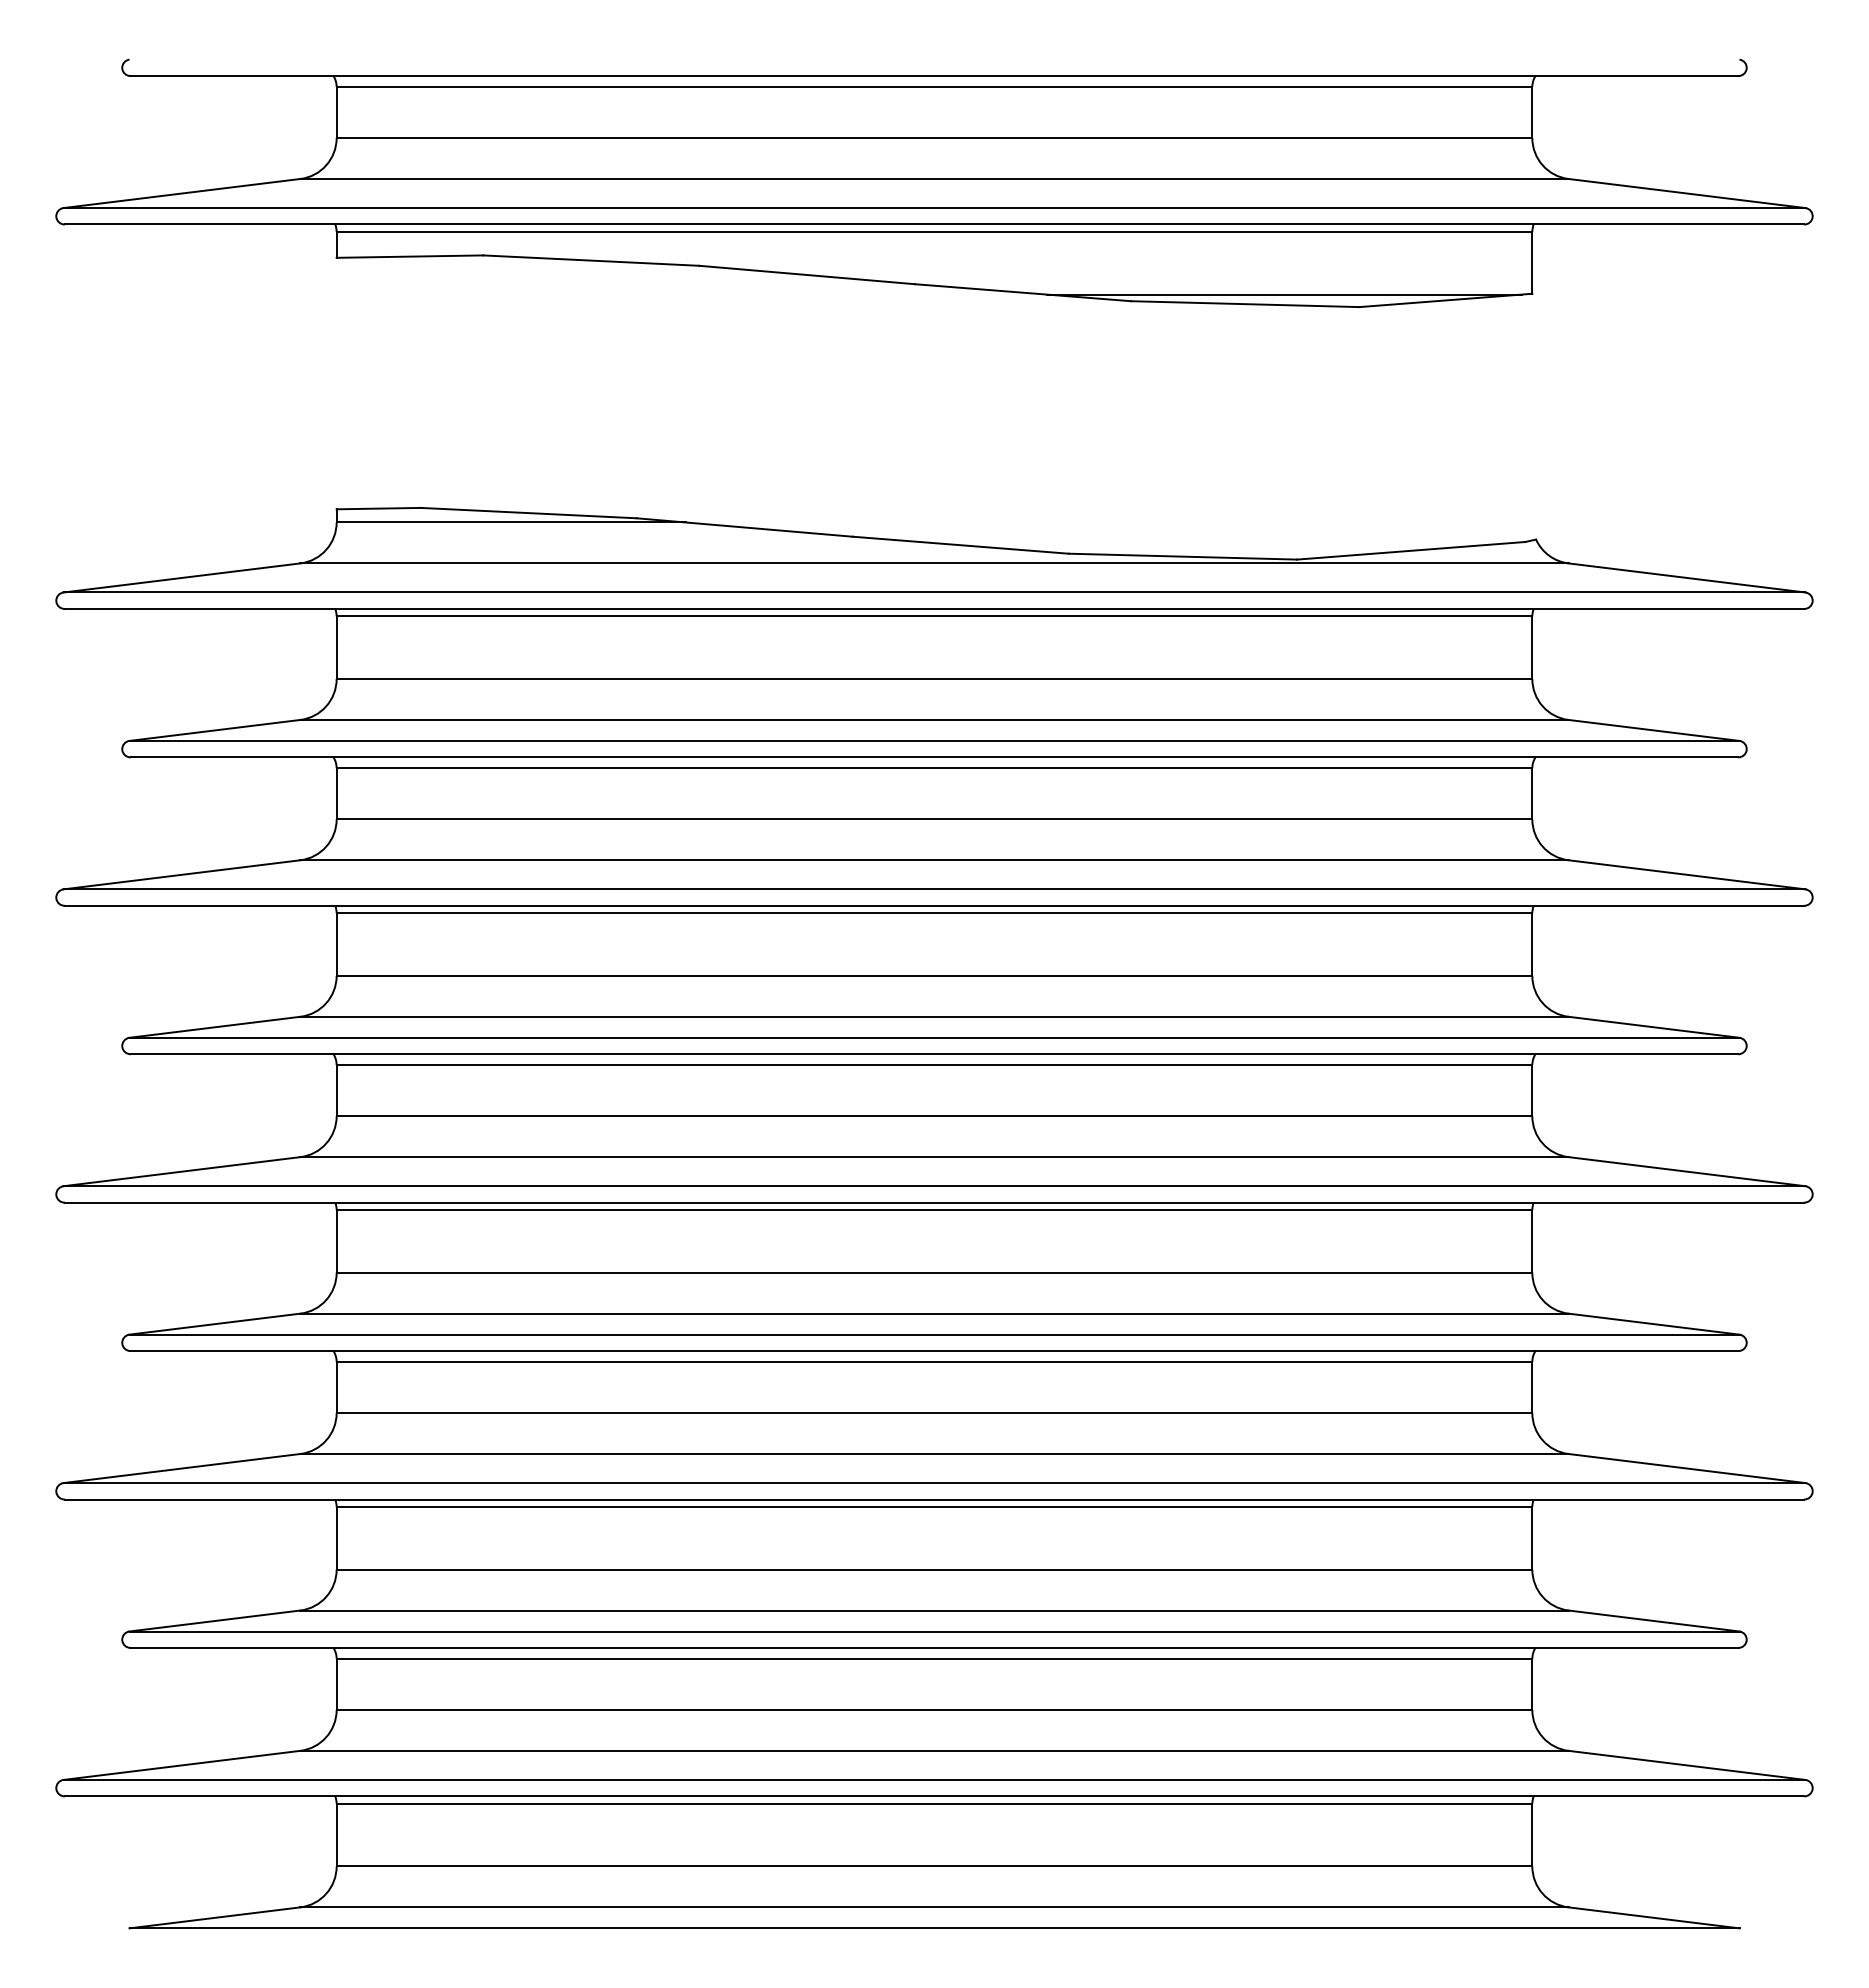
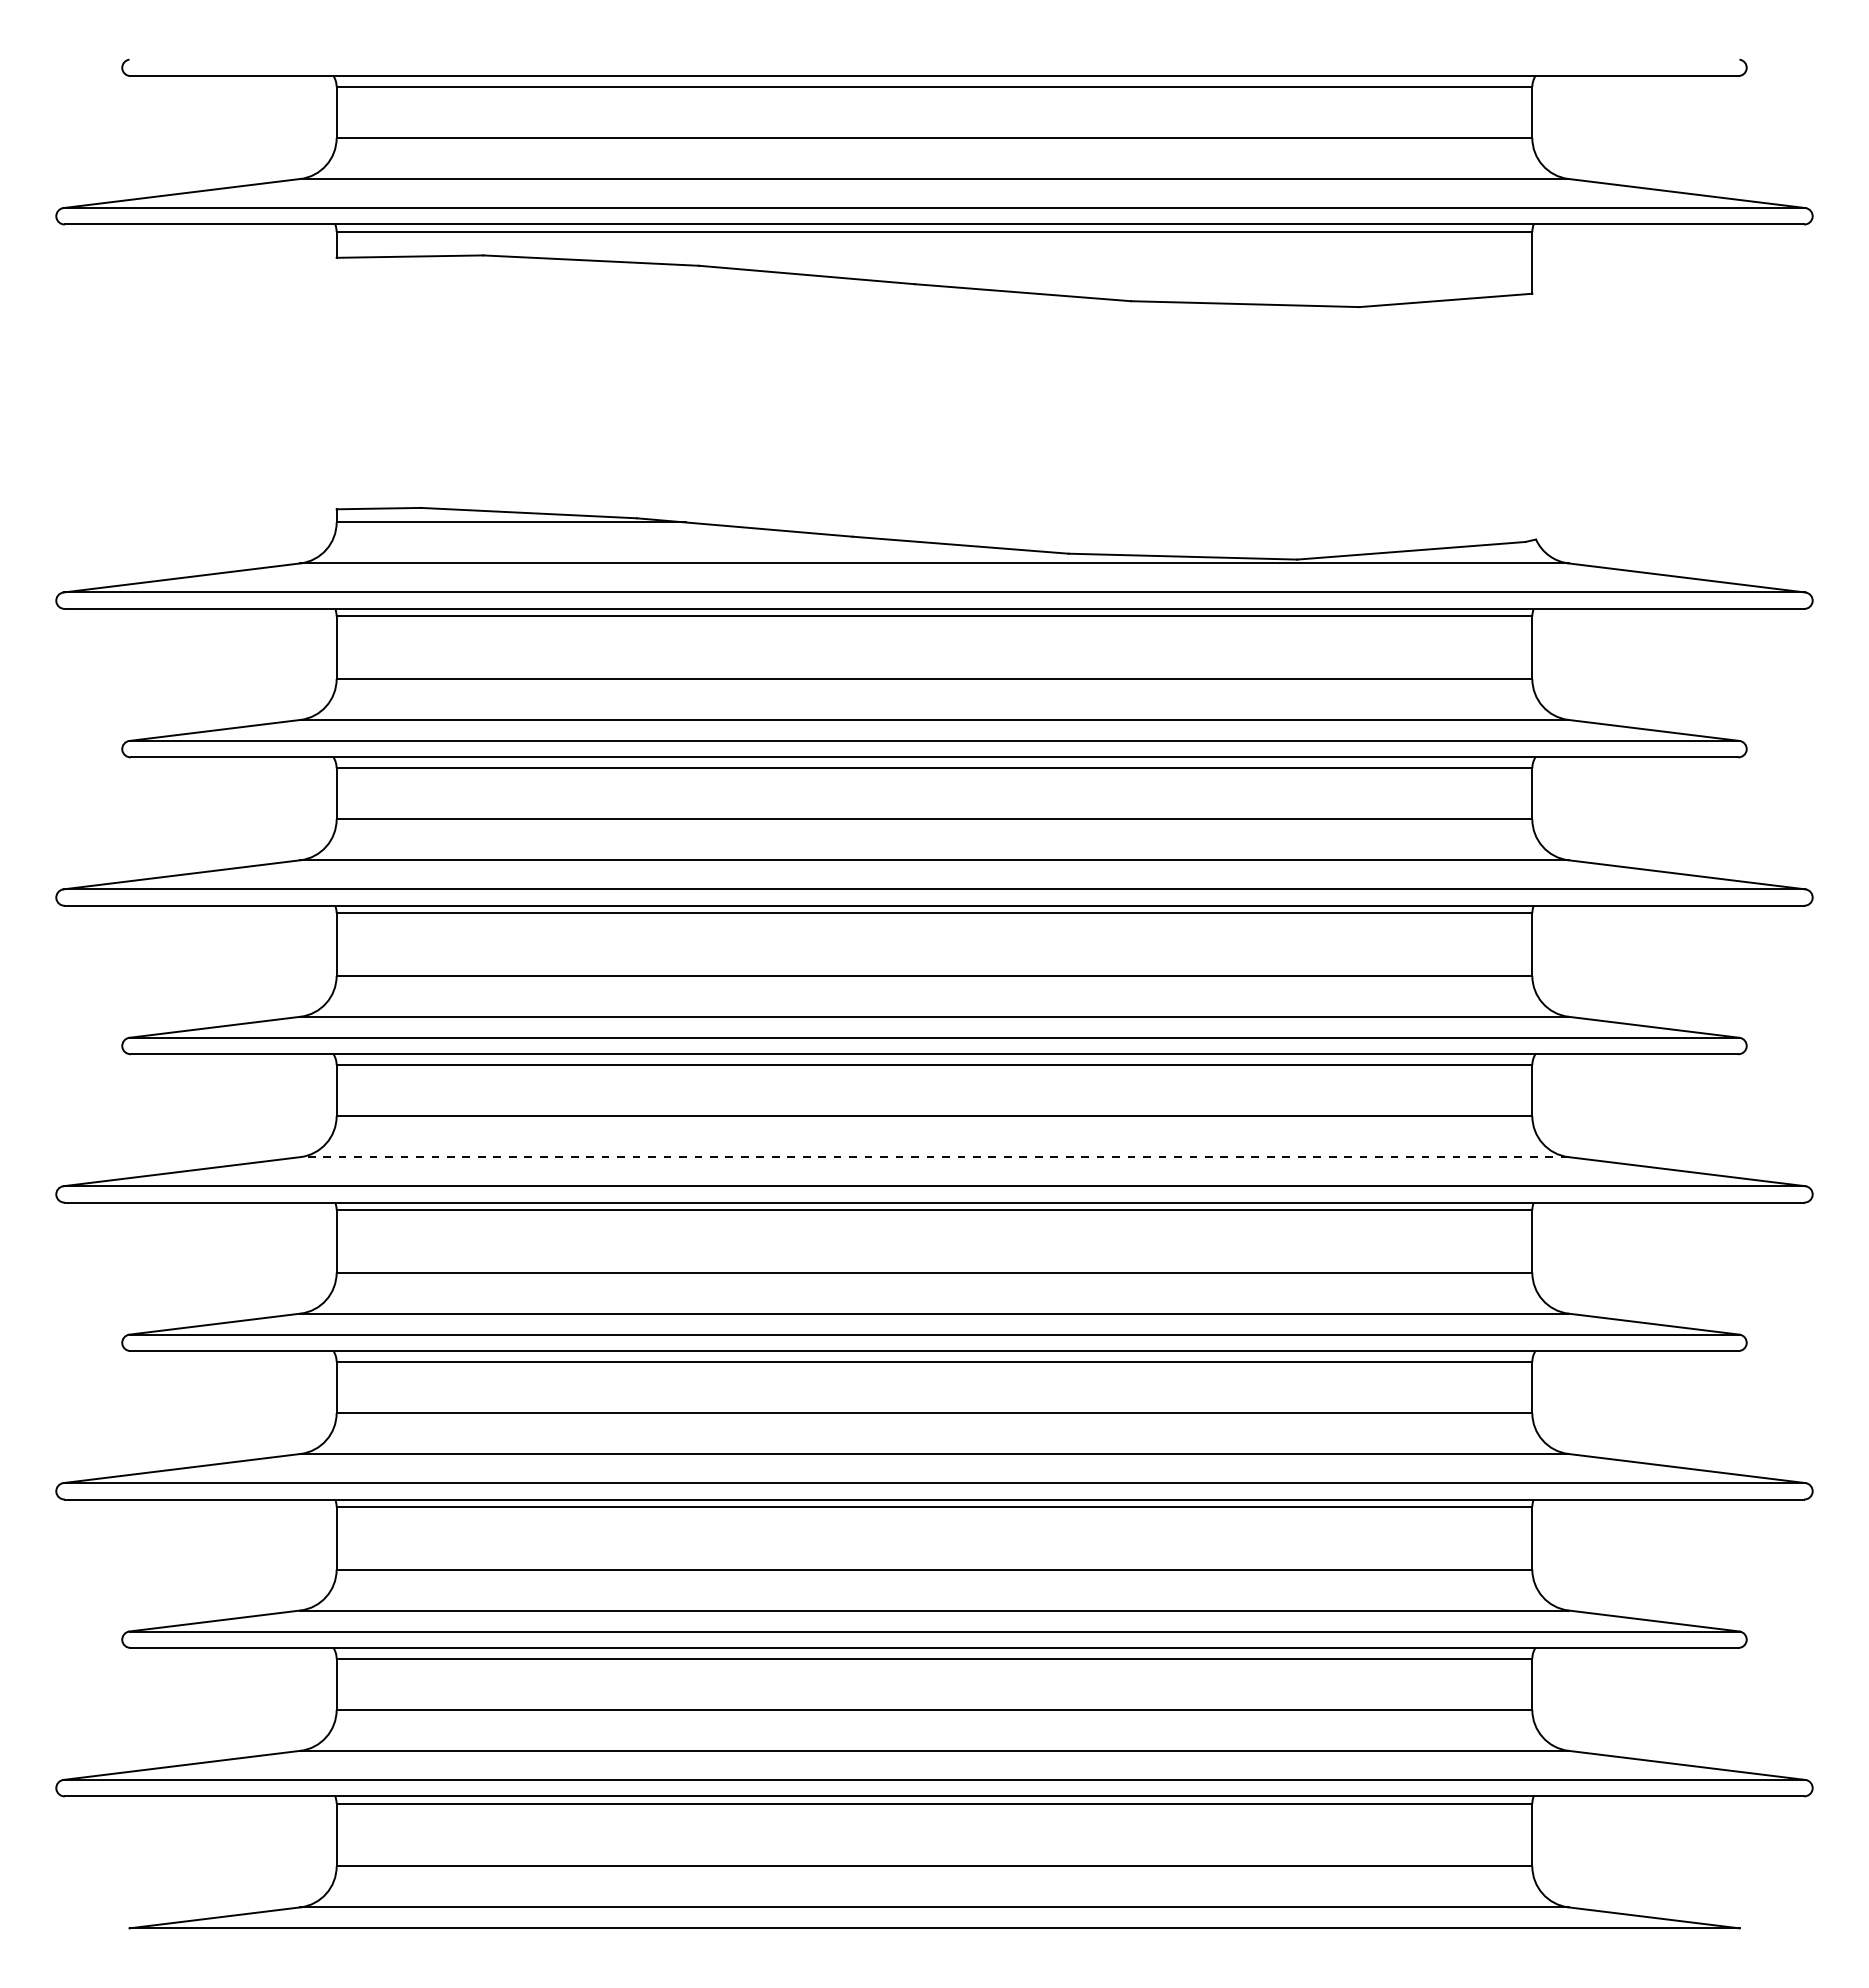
line at (1283, 294): present -> none
line at (934, 1157): solid -> dashed
